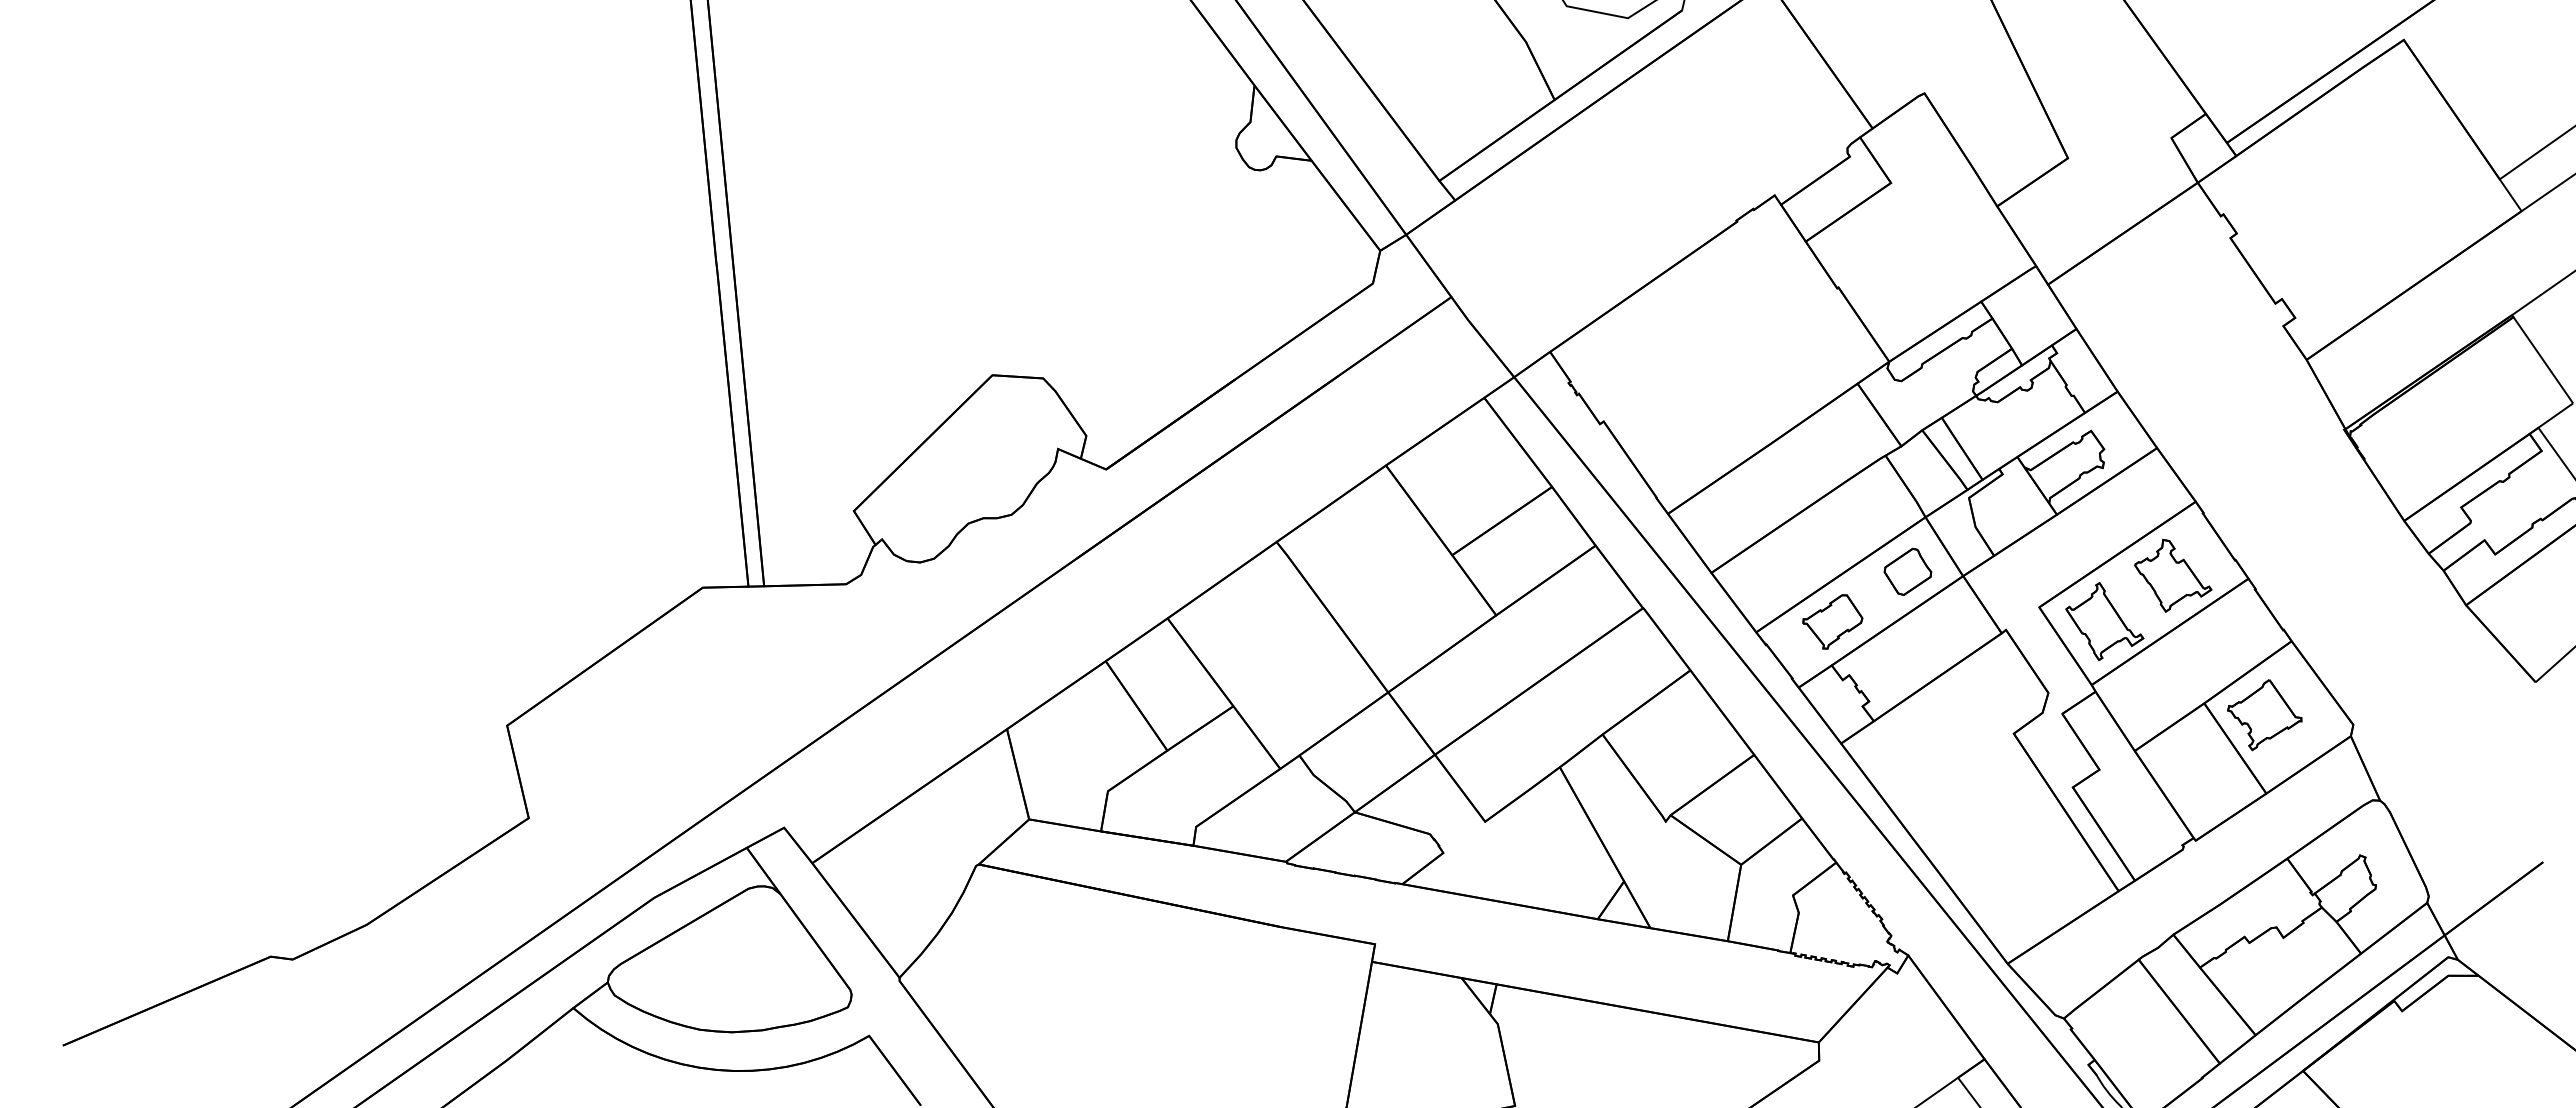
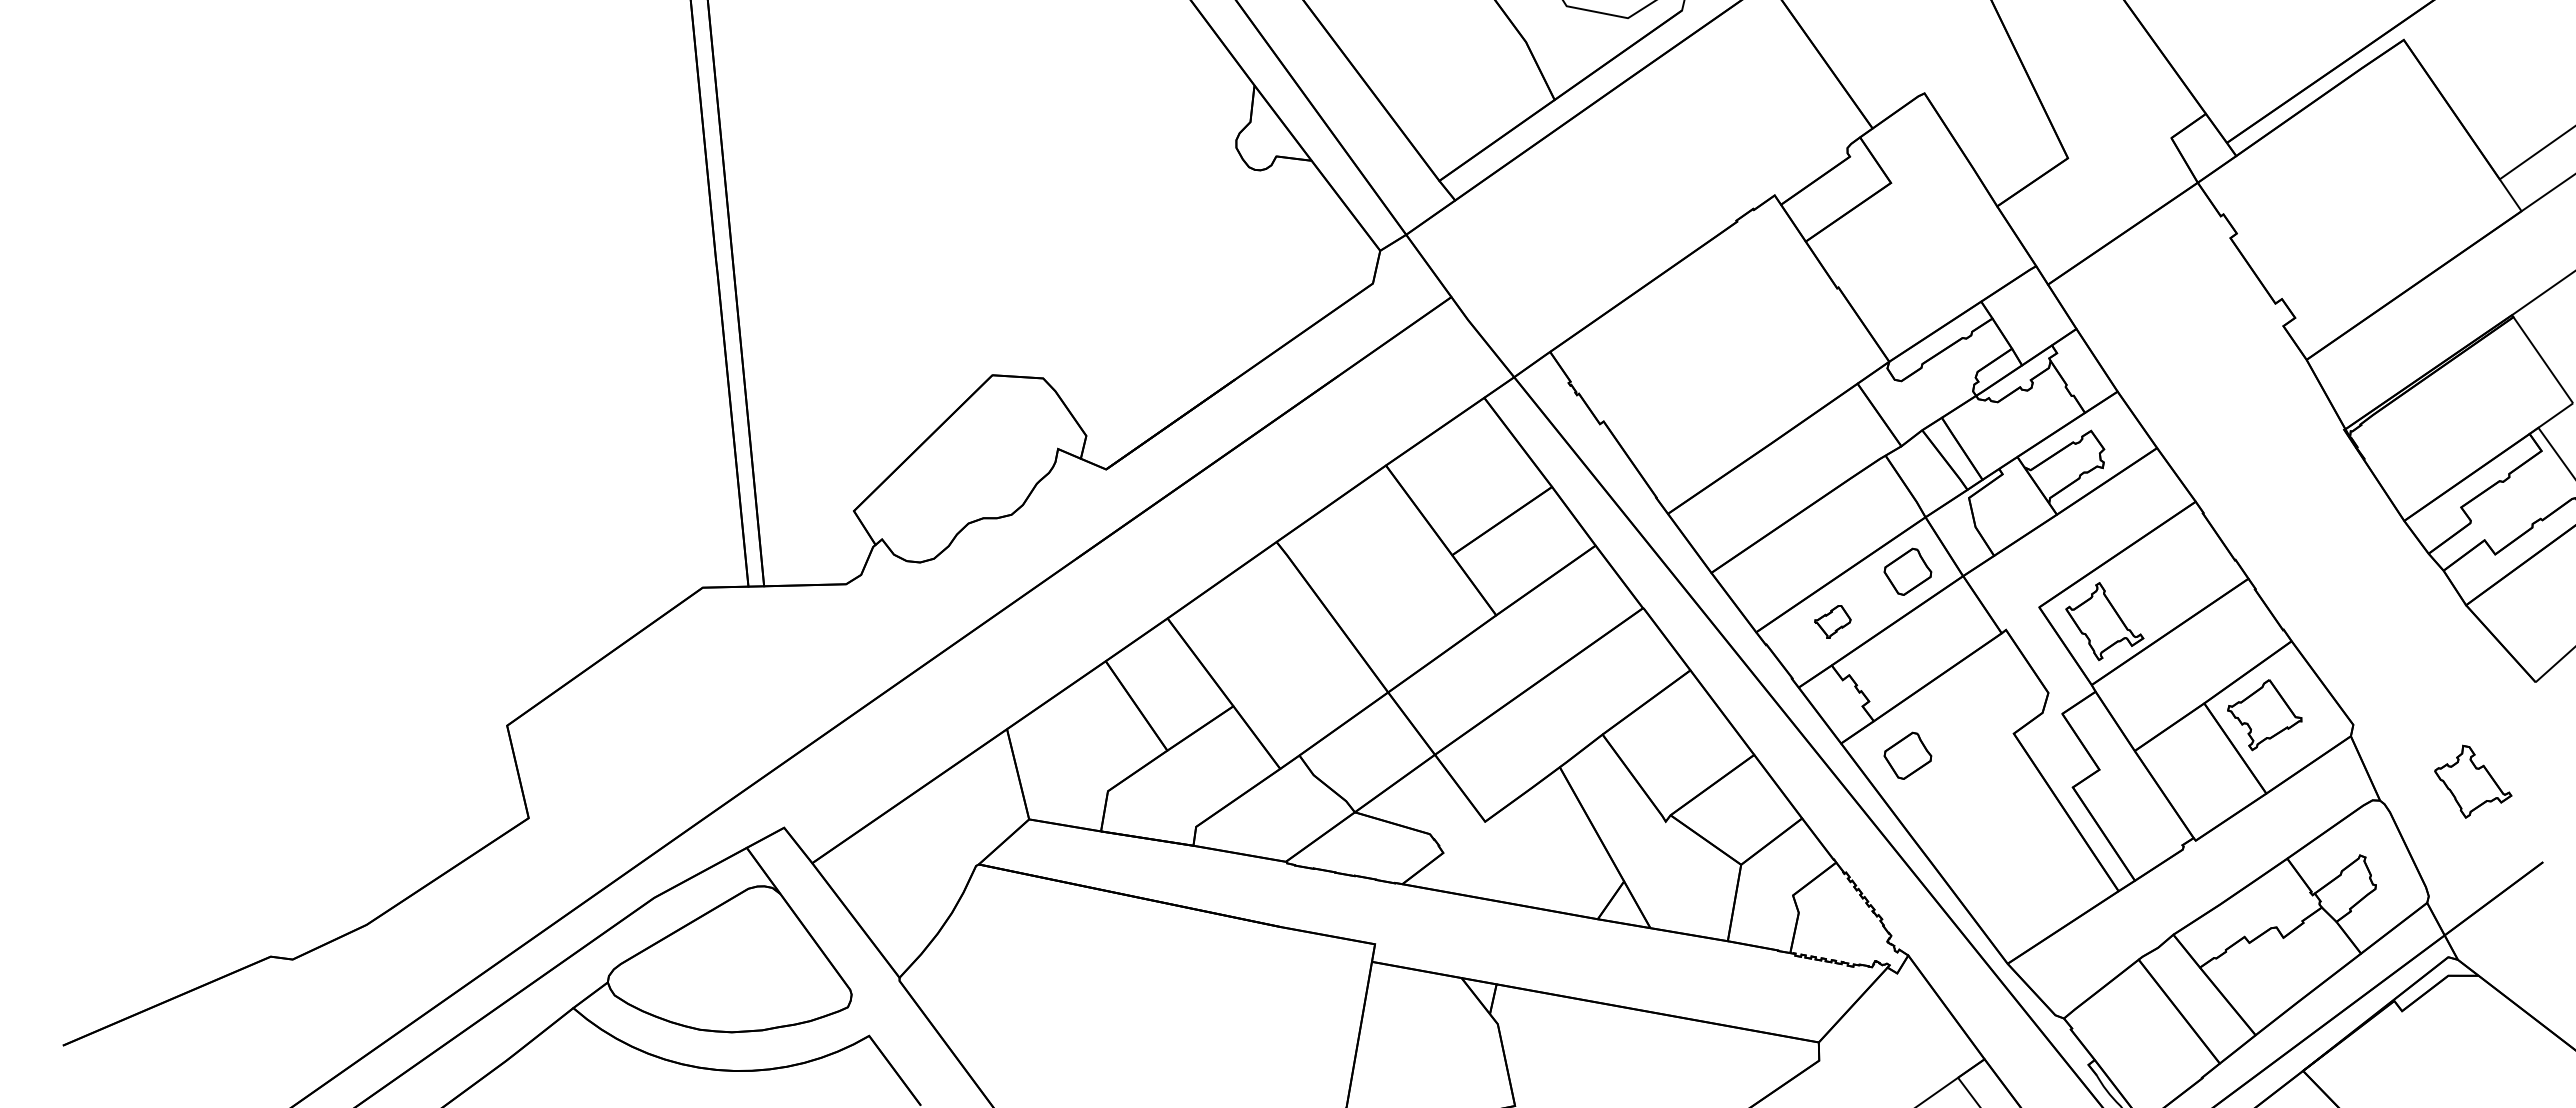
part at (2173, 575) position: (2173, 575) -> (2473, 781)
part at (1832, 621) size: 62x56 px -> 38x34 px
part at (1907, 755): none -> present
